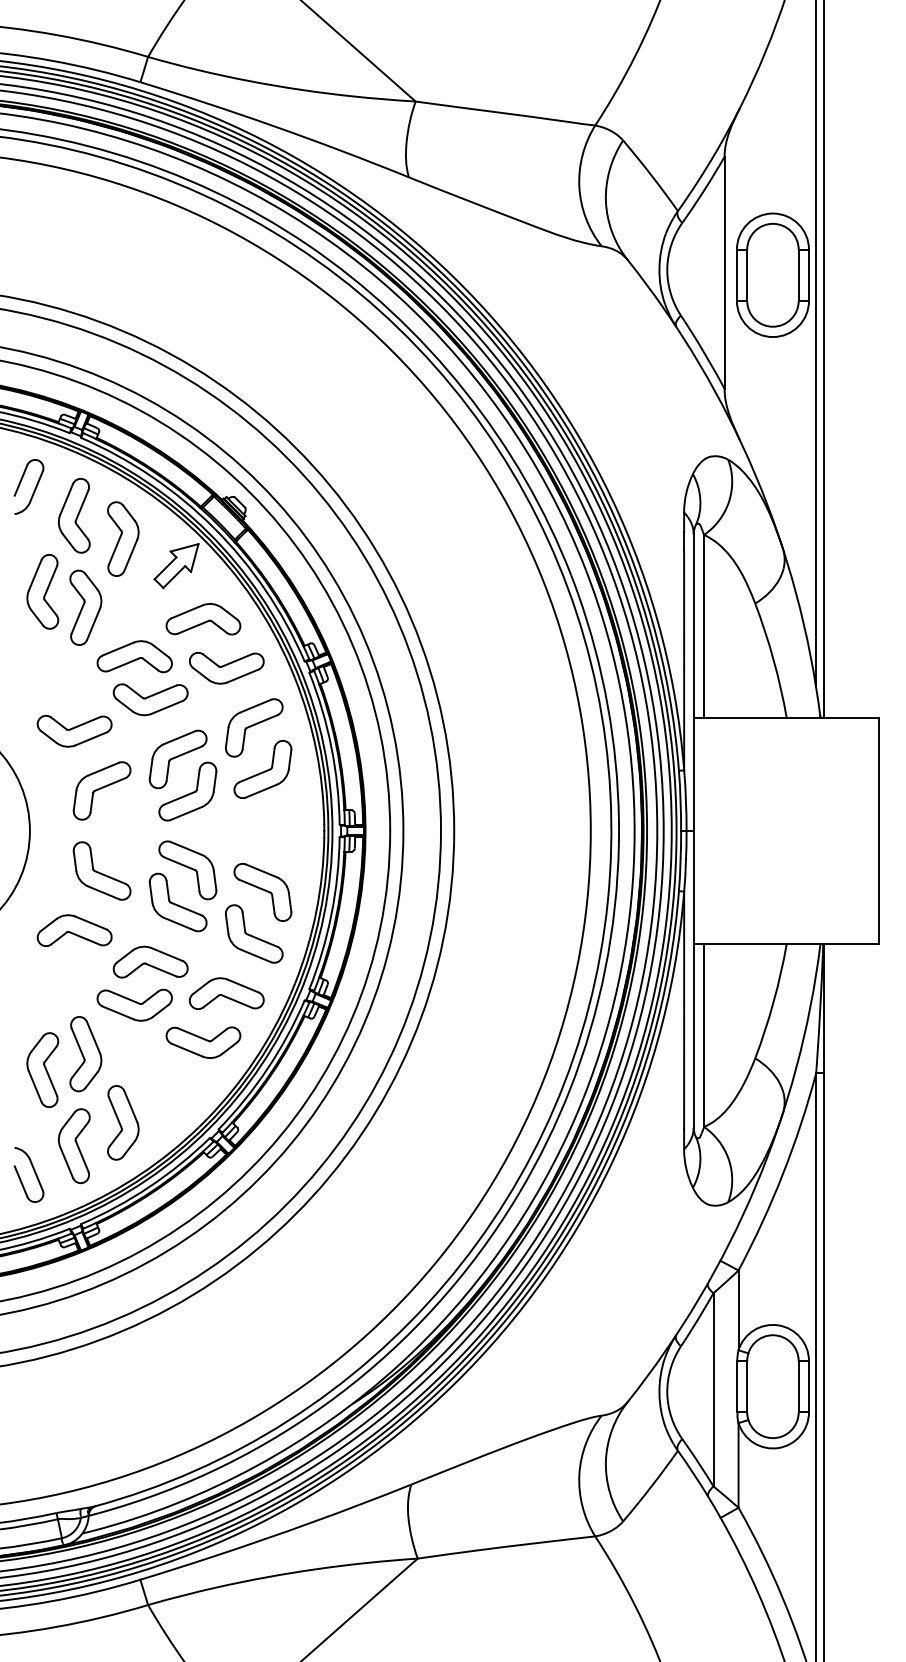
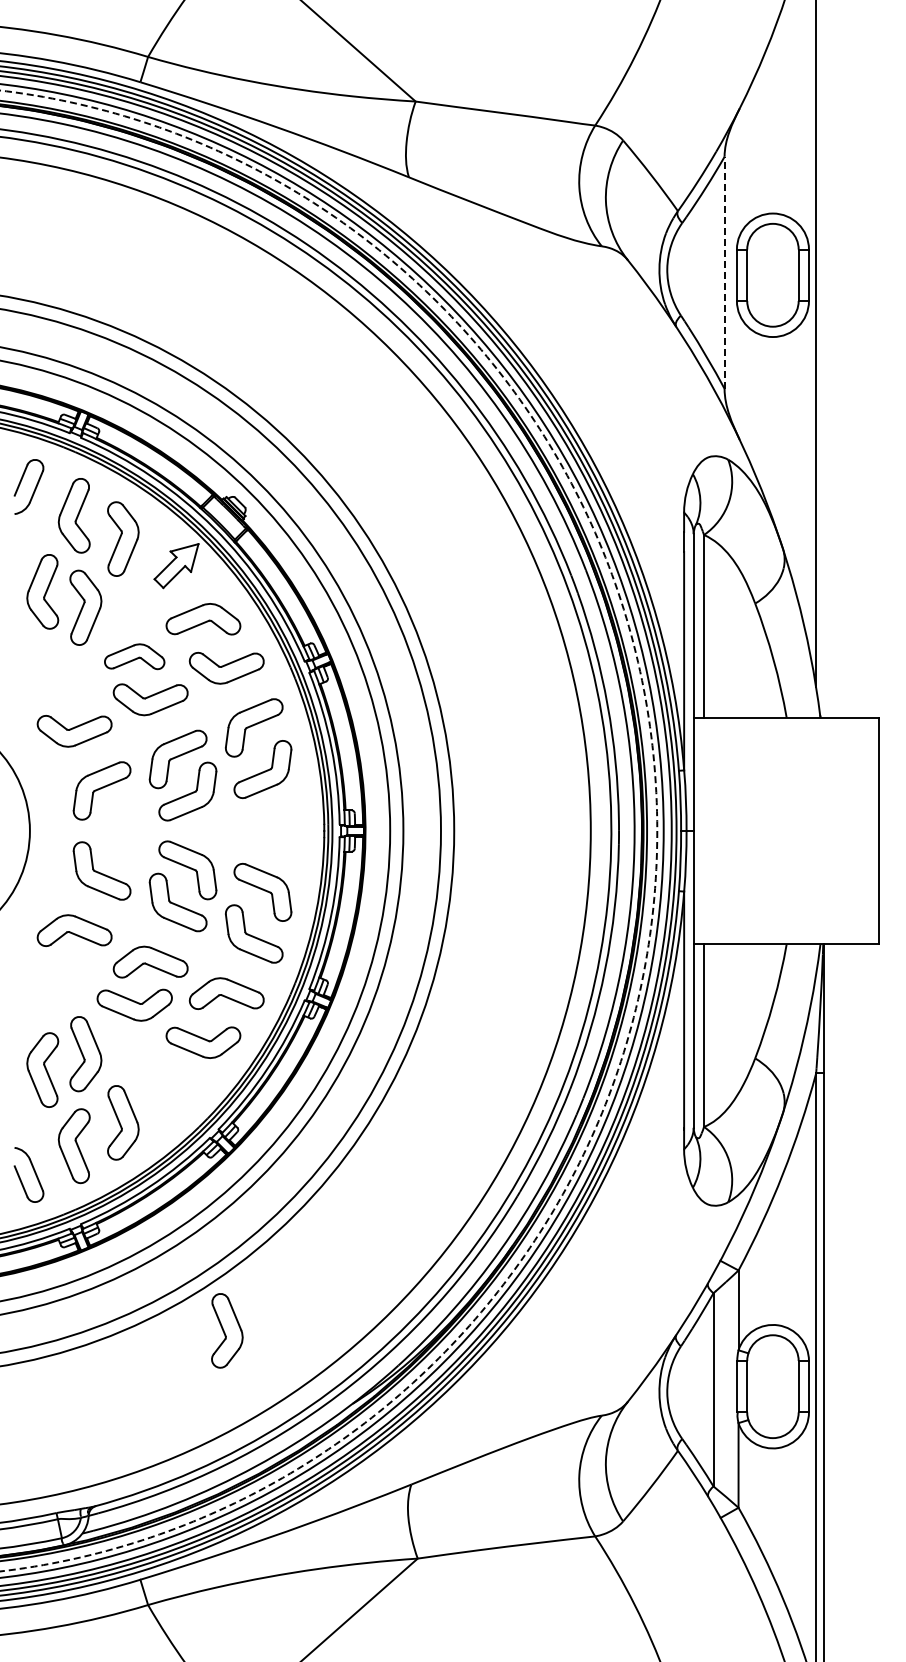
line at (724, 272): solid -> dashed
line at (824, 359): present -> none
part at (134, 656) size: 77x34 px -> 62x28 px
circle at (328, 830): solid -> dashed
part at (227, 1330): none -> present
